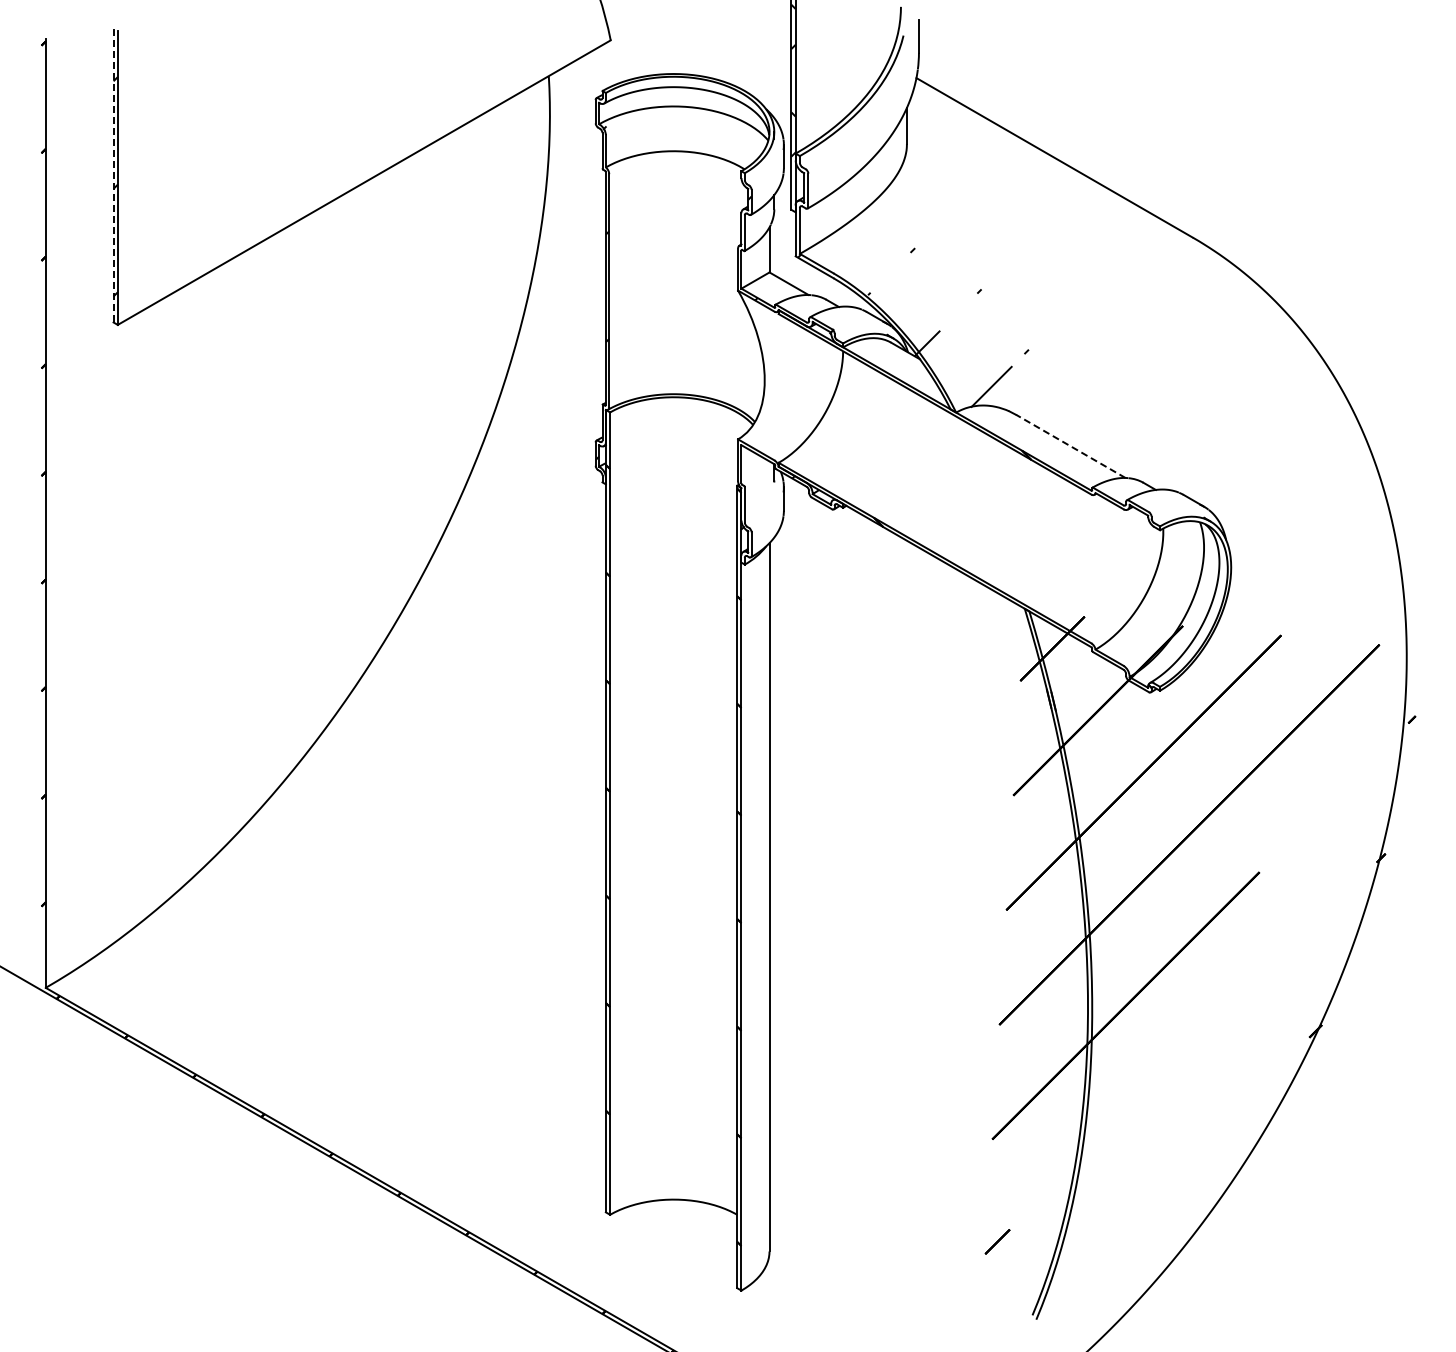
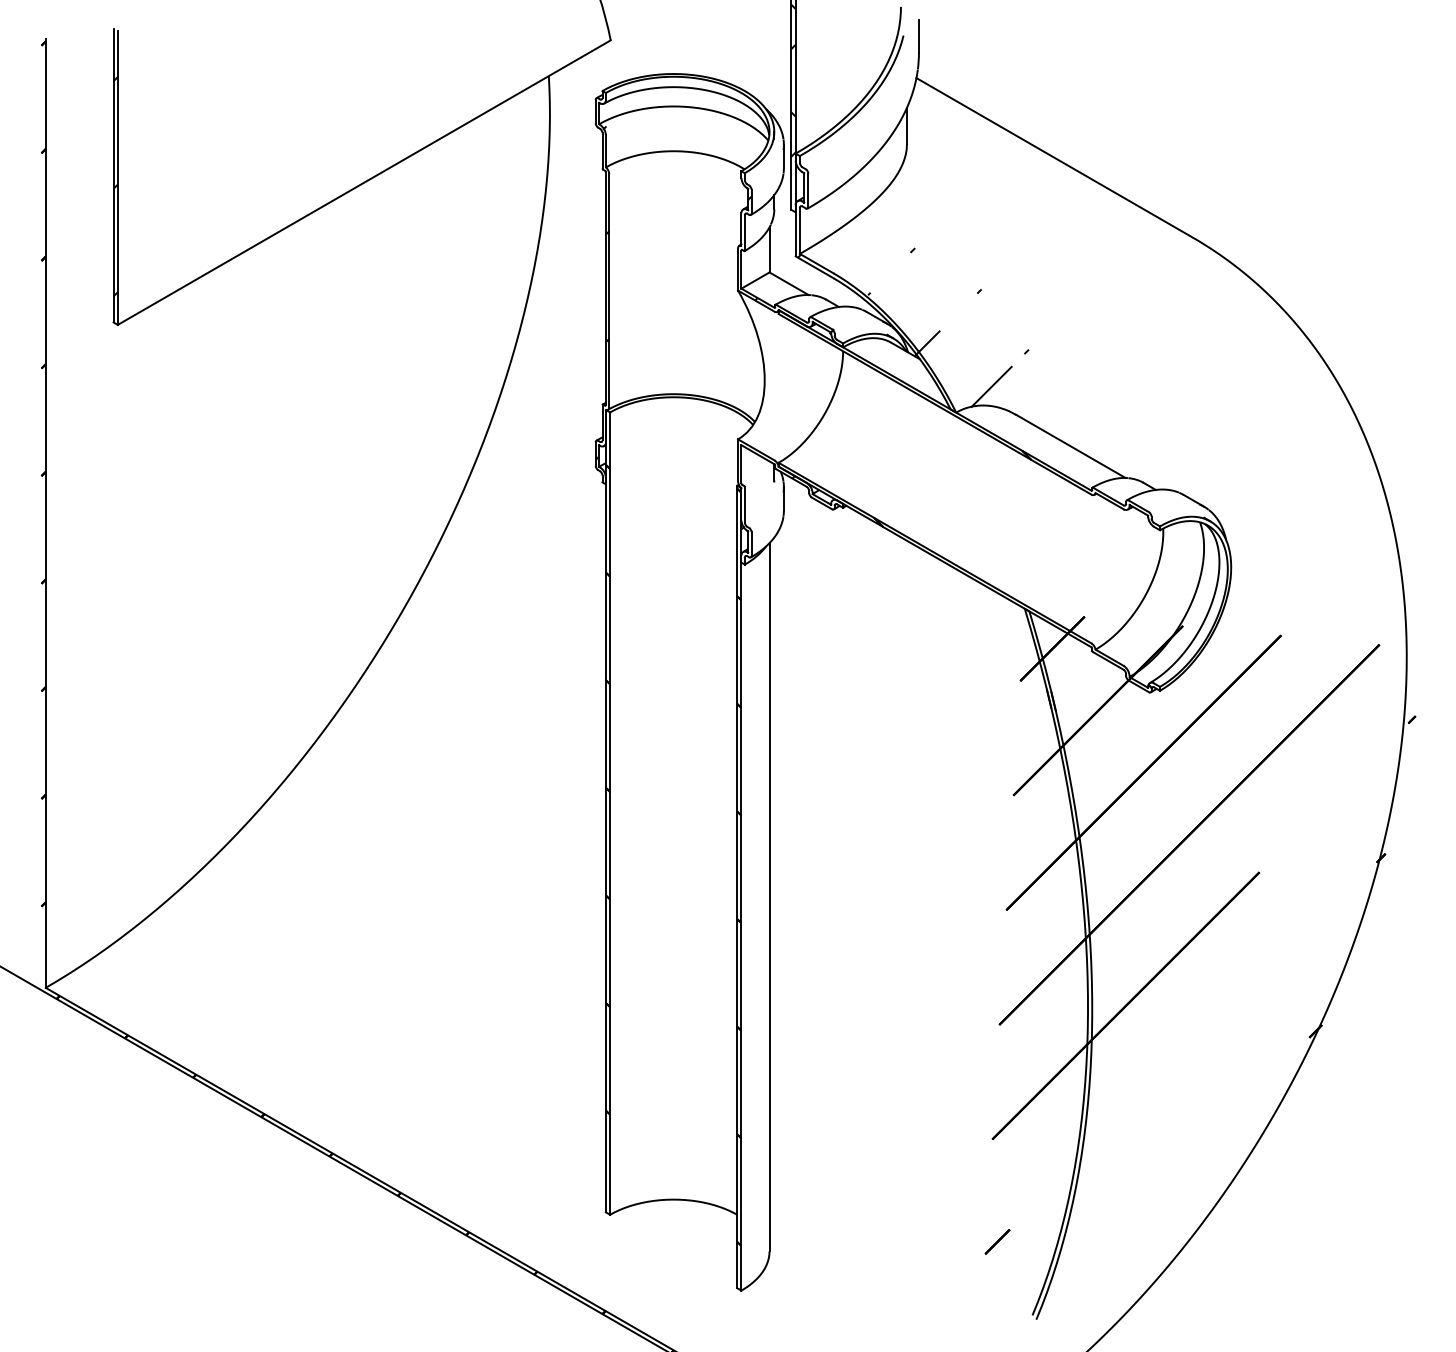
line at (113, 175): dashed -> solid
line at (1070, 446): dashed -> solid
